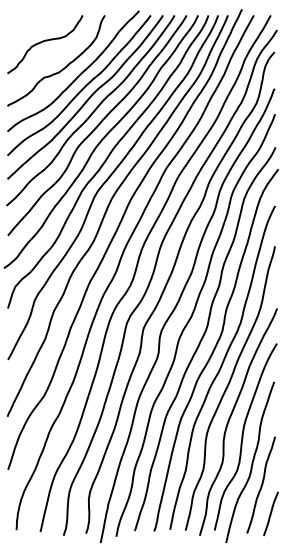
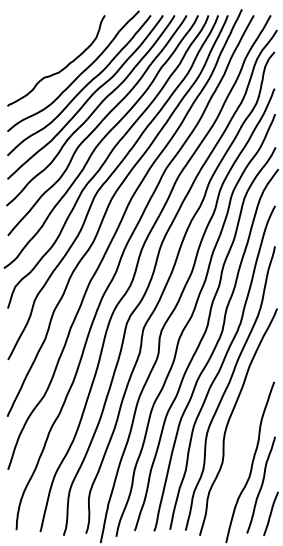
curve at (43, 42): present -> none
curve at (243, 436): present -> none
